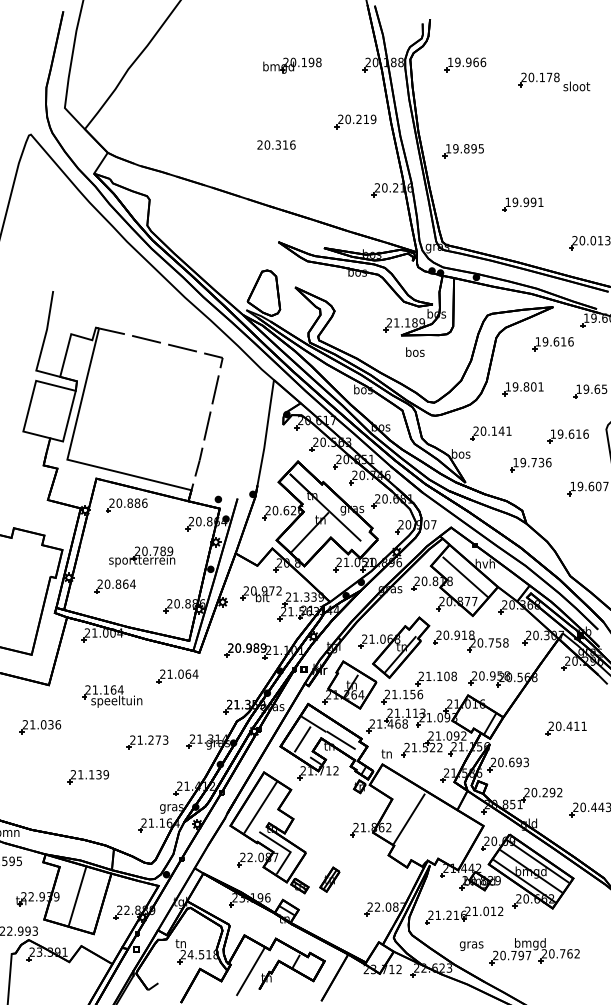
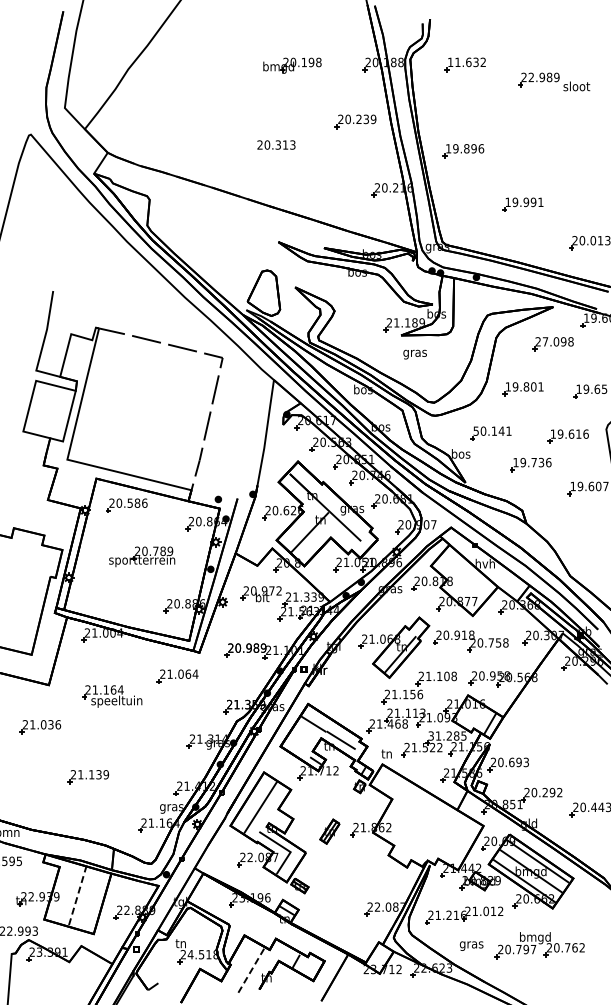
text at (470, 62): 19.966 -> 11.632
text at (543, 77): 20.178 -> 22.989
text at (365, 119): 20.219 -> 20.239
text at (292, 144): 20.316 -> 20.313
text at (481, 148): 19.895 -> 19.896
text at (554, 341): 19.616 -> 27.098
text at (414, 353): bos -> gras
text at (475, 430): 20.141 -> 50.141
text at (130, 502): 20.886 -> 20.586
line at (465, 577): present -> none
part at (114, 586): present -> none
part at (349, 684): present -> none
part at (565, 728): present -> none
text at (447, 735): 21.092 -> 31.285
line at (302, 739): present -> none
part at (147, 742): present -> none
line at (408, 818): present -> none
part at (329, 879) position: (329, 879) -> (329, 831)
line at (77, 895): solid -> dashed
part at (534, 951) position: (534, 951) -> (539, 945)
line at (250, 971): solid -> dashed
